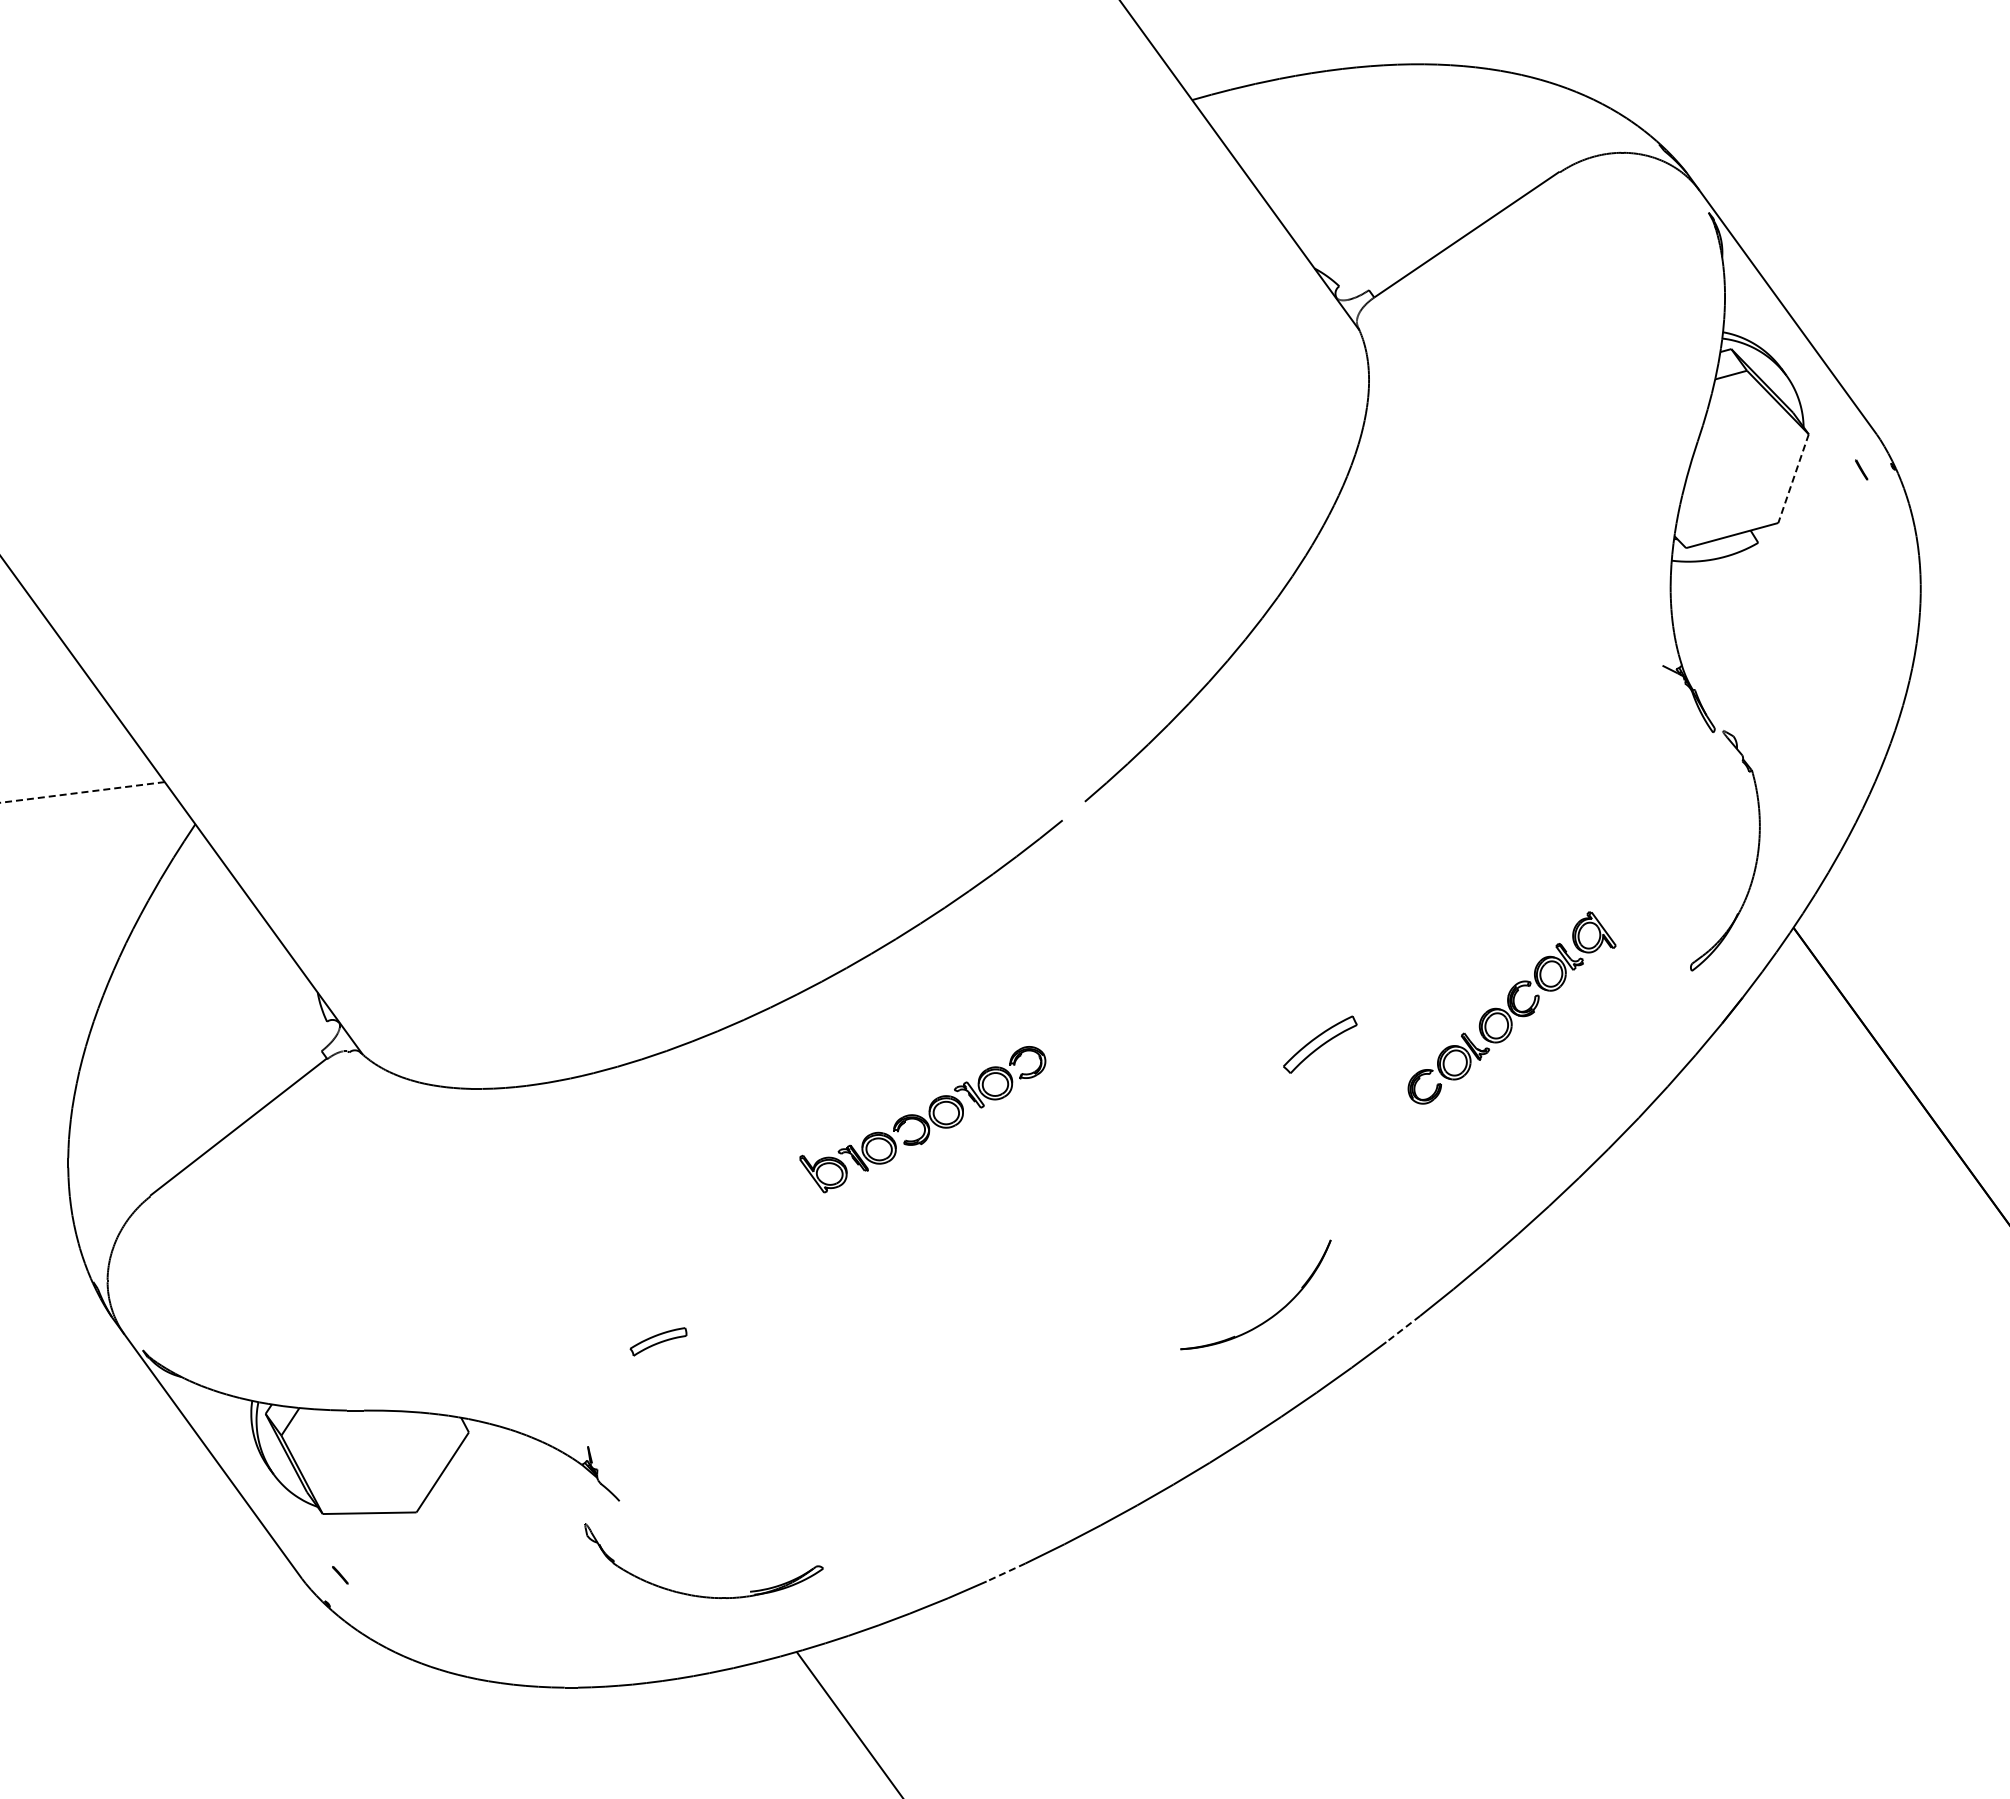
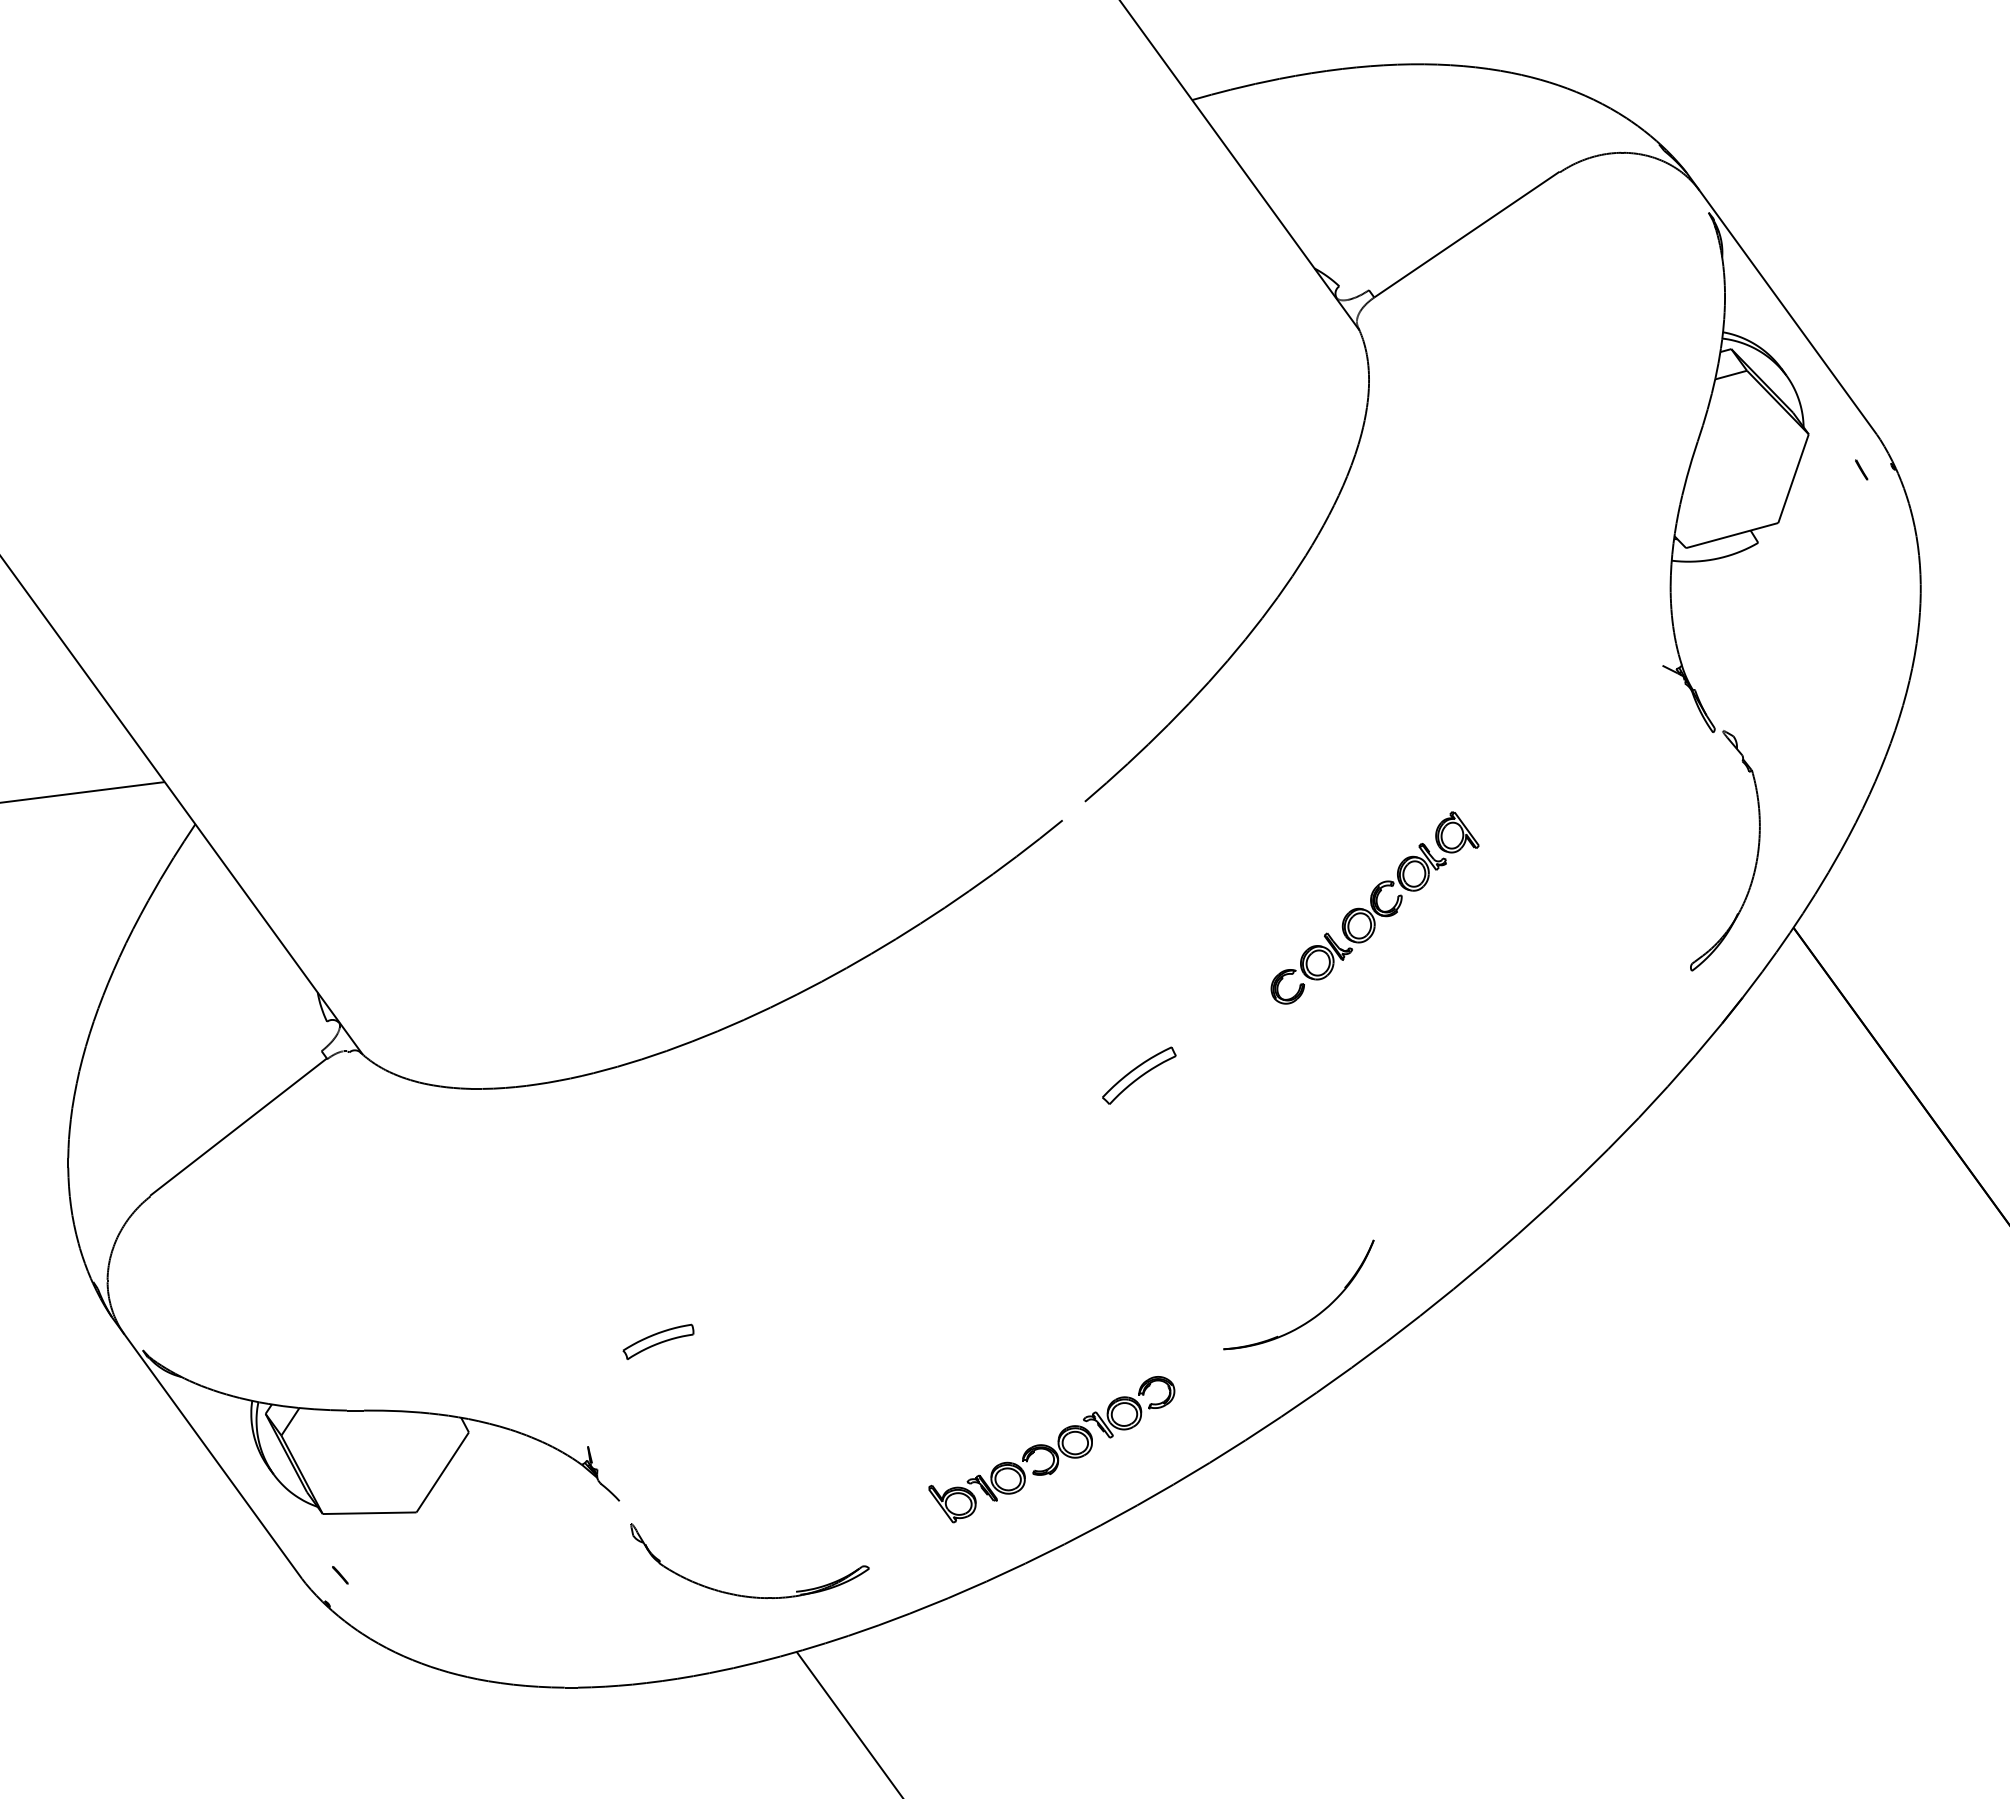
line at (1793, 478): dashed -> solid
line at (82, 792): dashed -> solid
part at (1511, 1007) position: (1511, 1007) -> (1374, 907)
part at (1320, 1044) position: (1320, 1044) -> (1139, 1075)
part at (922, 1119) position: (922, 1119) -> (1051, 1449)
part at (1269, 1317) position: (1269, 1317) -> (1312, 1317)
line at (1402, 1329): dashed -> solid
part at (658, 1341) size: 59x30 px -> 73x37 px
line at (1005, 1572): dashed -> solid
part at (701, 1595) position: (701, 1595) -> (747, 1595)
